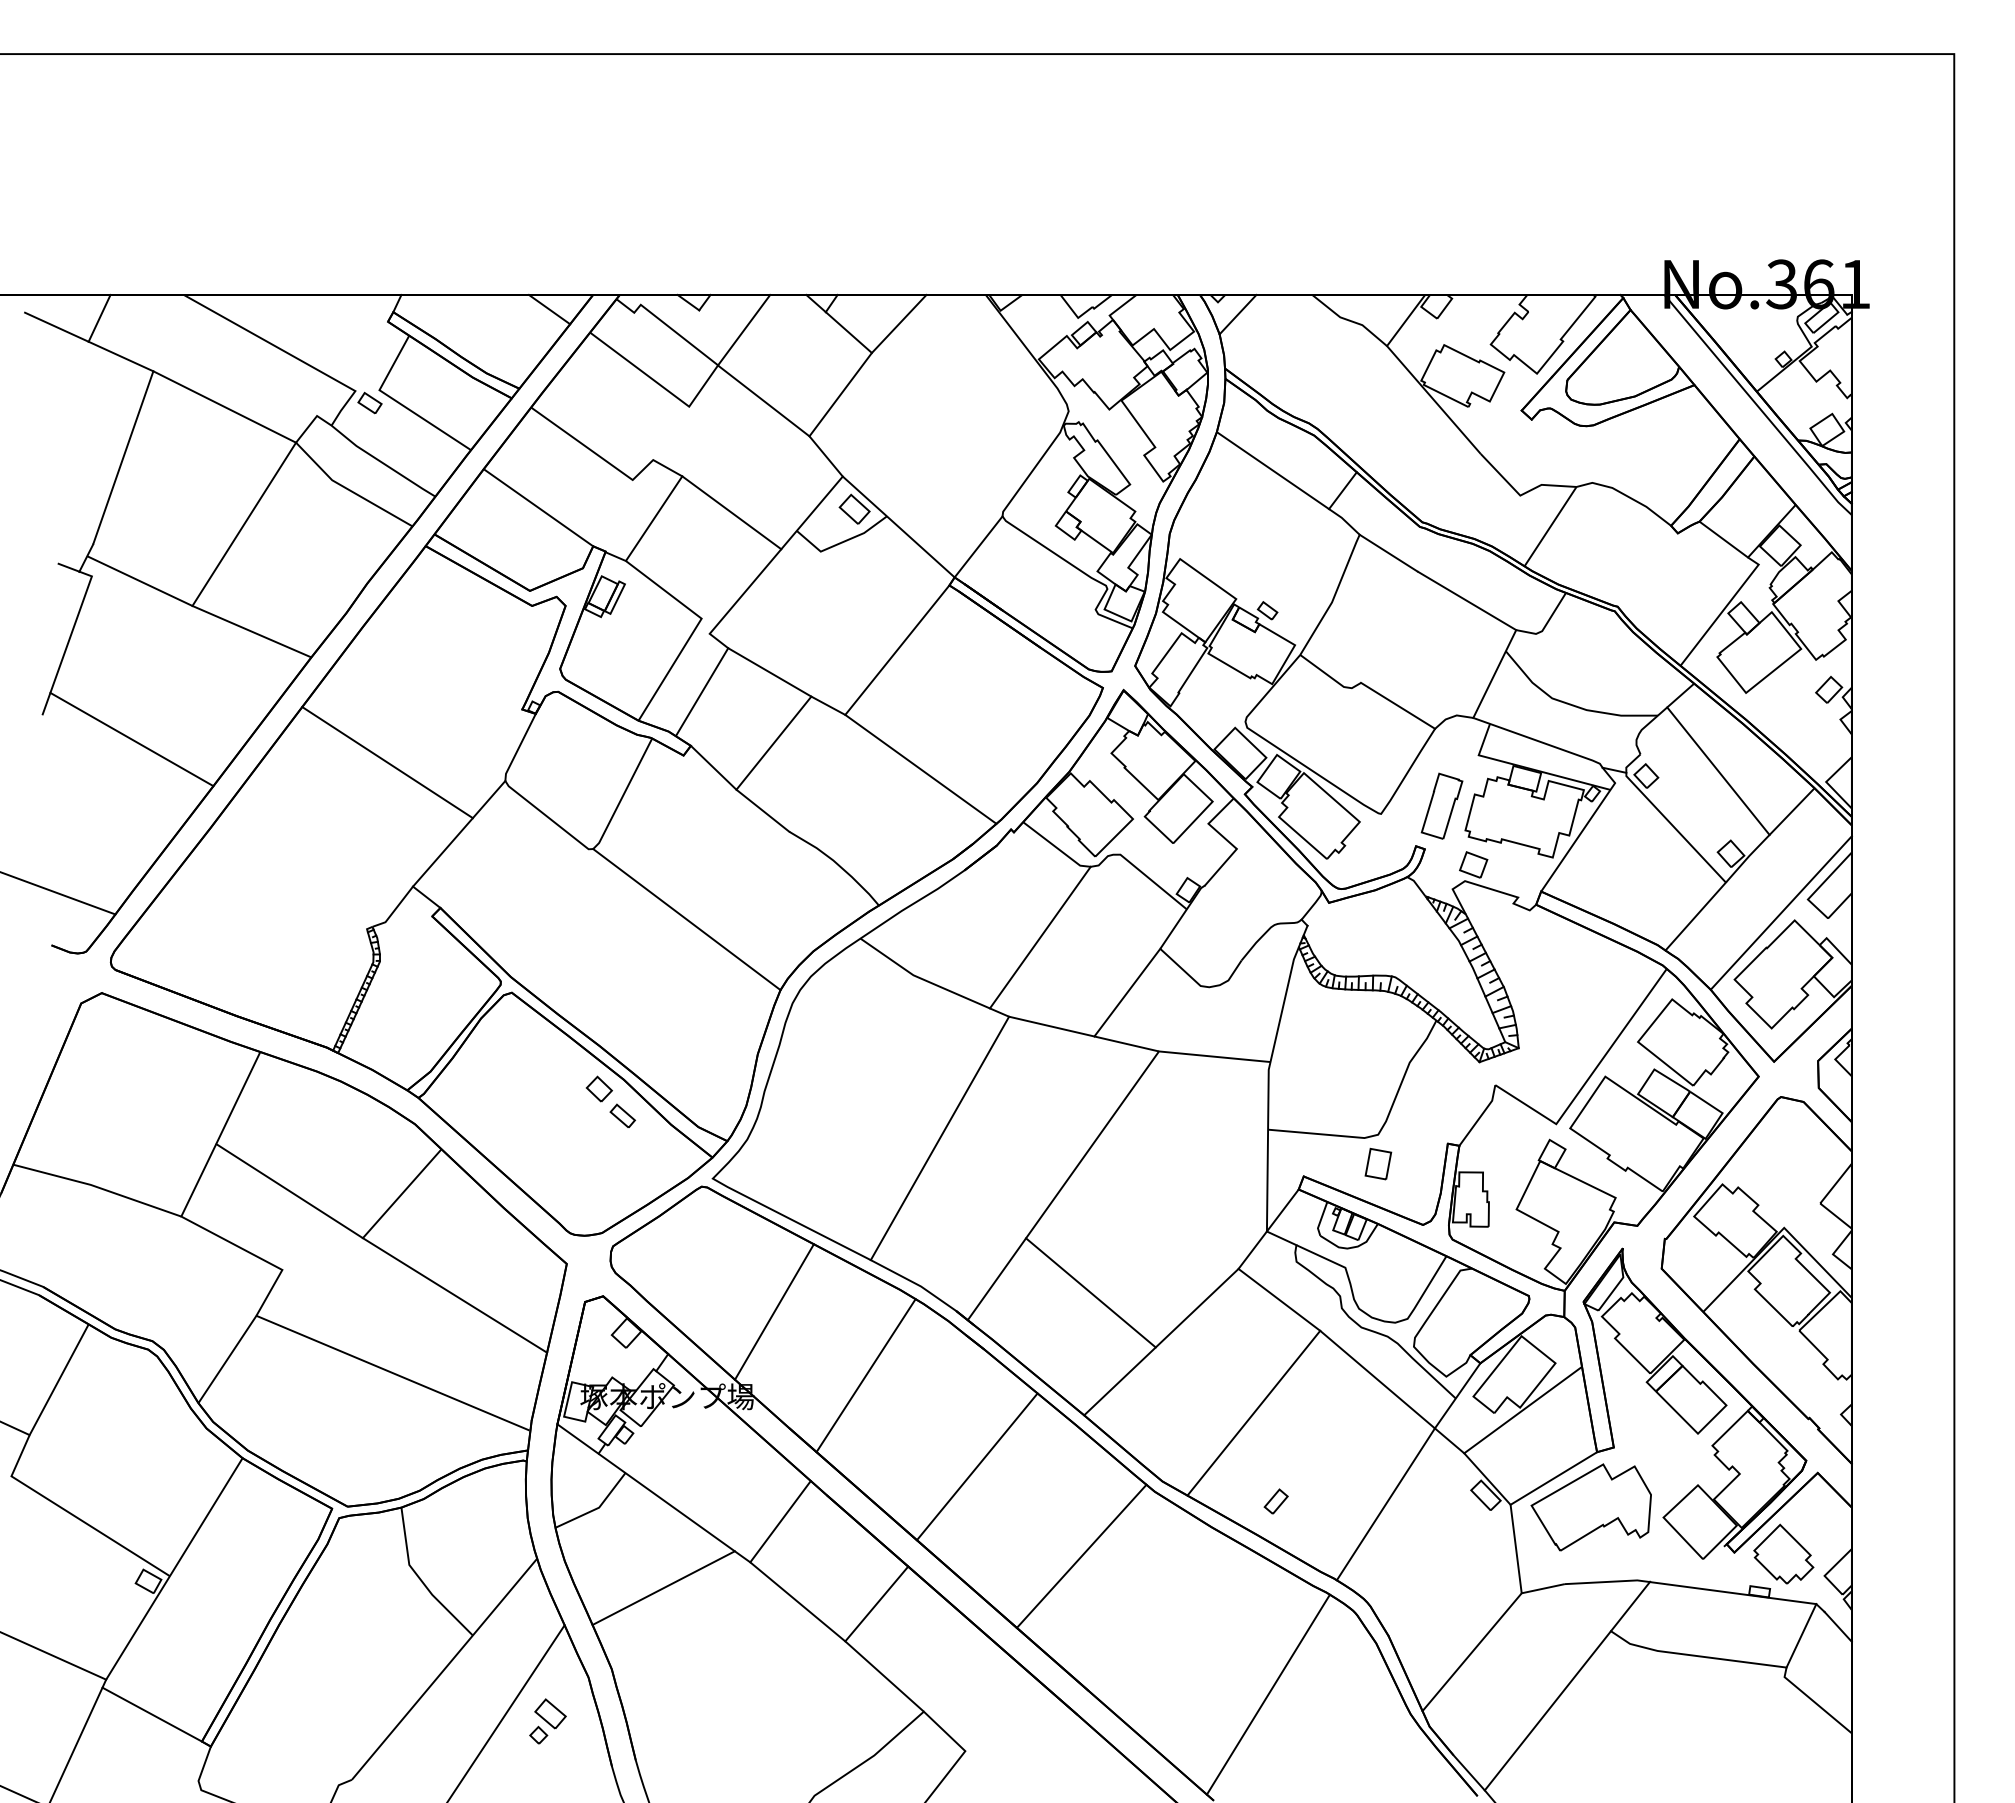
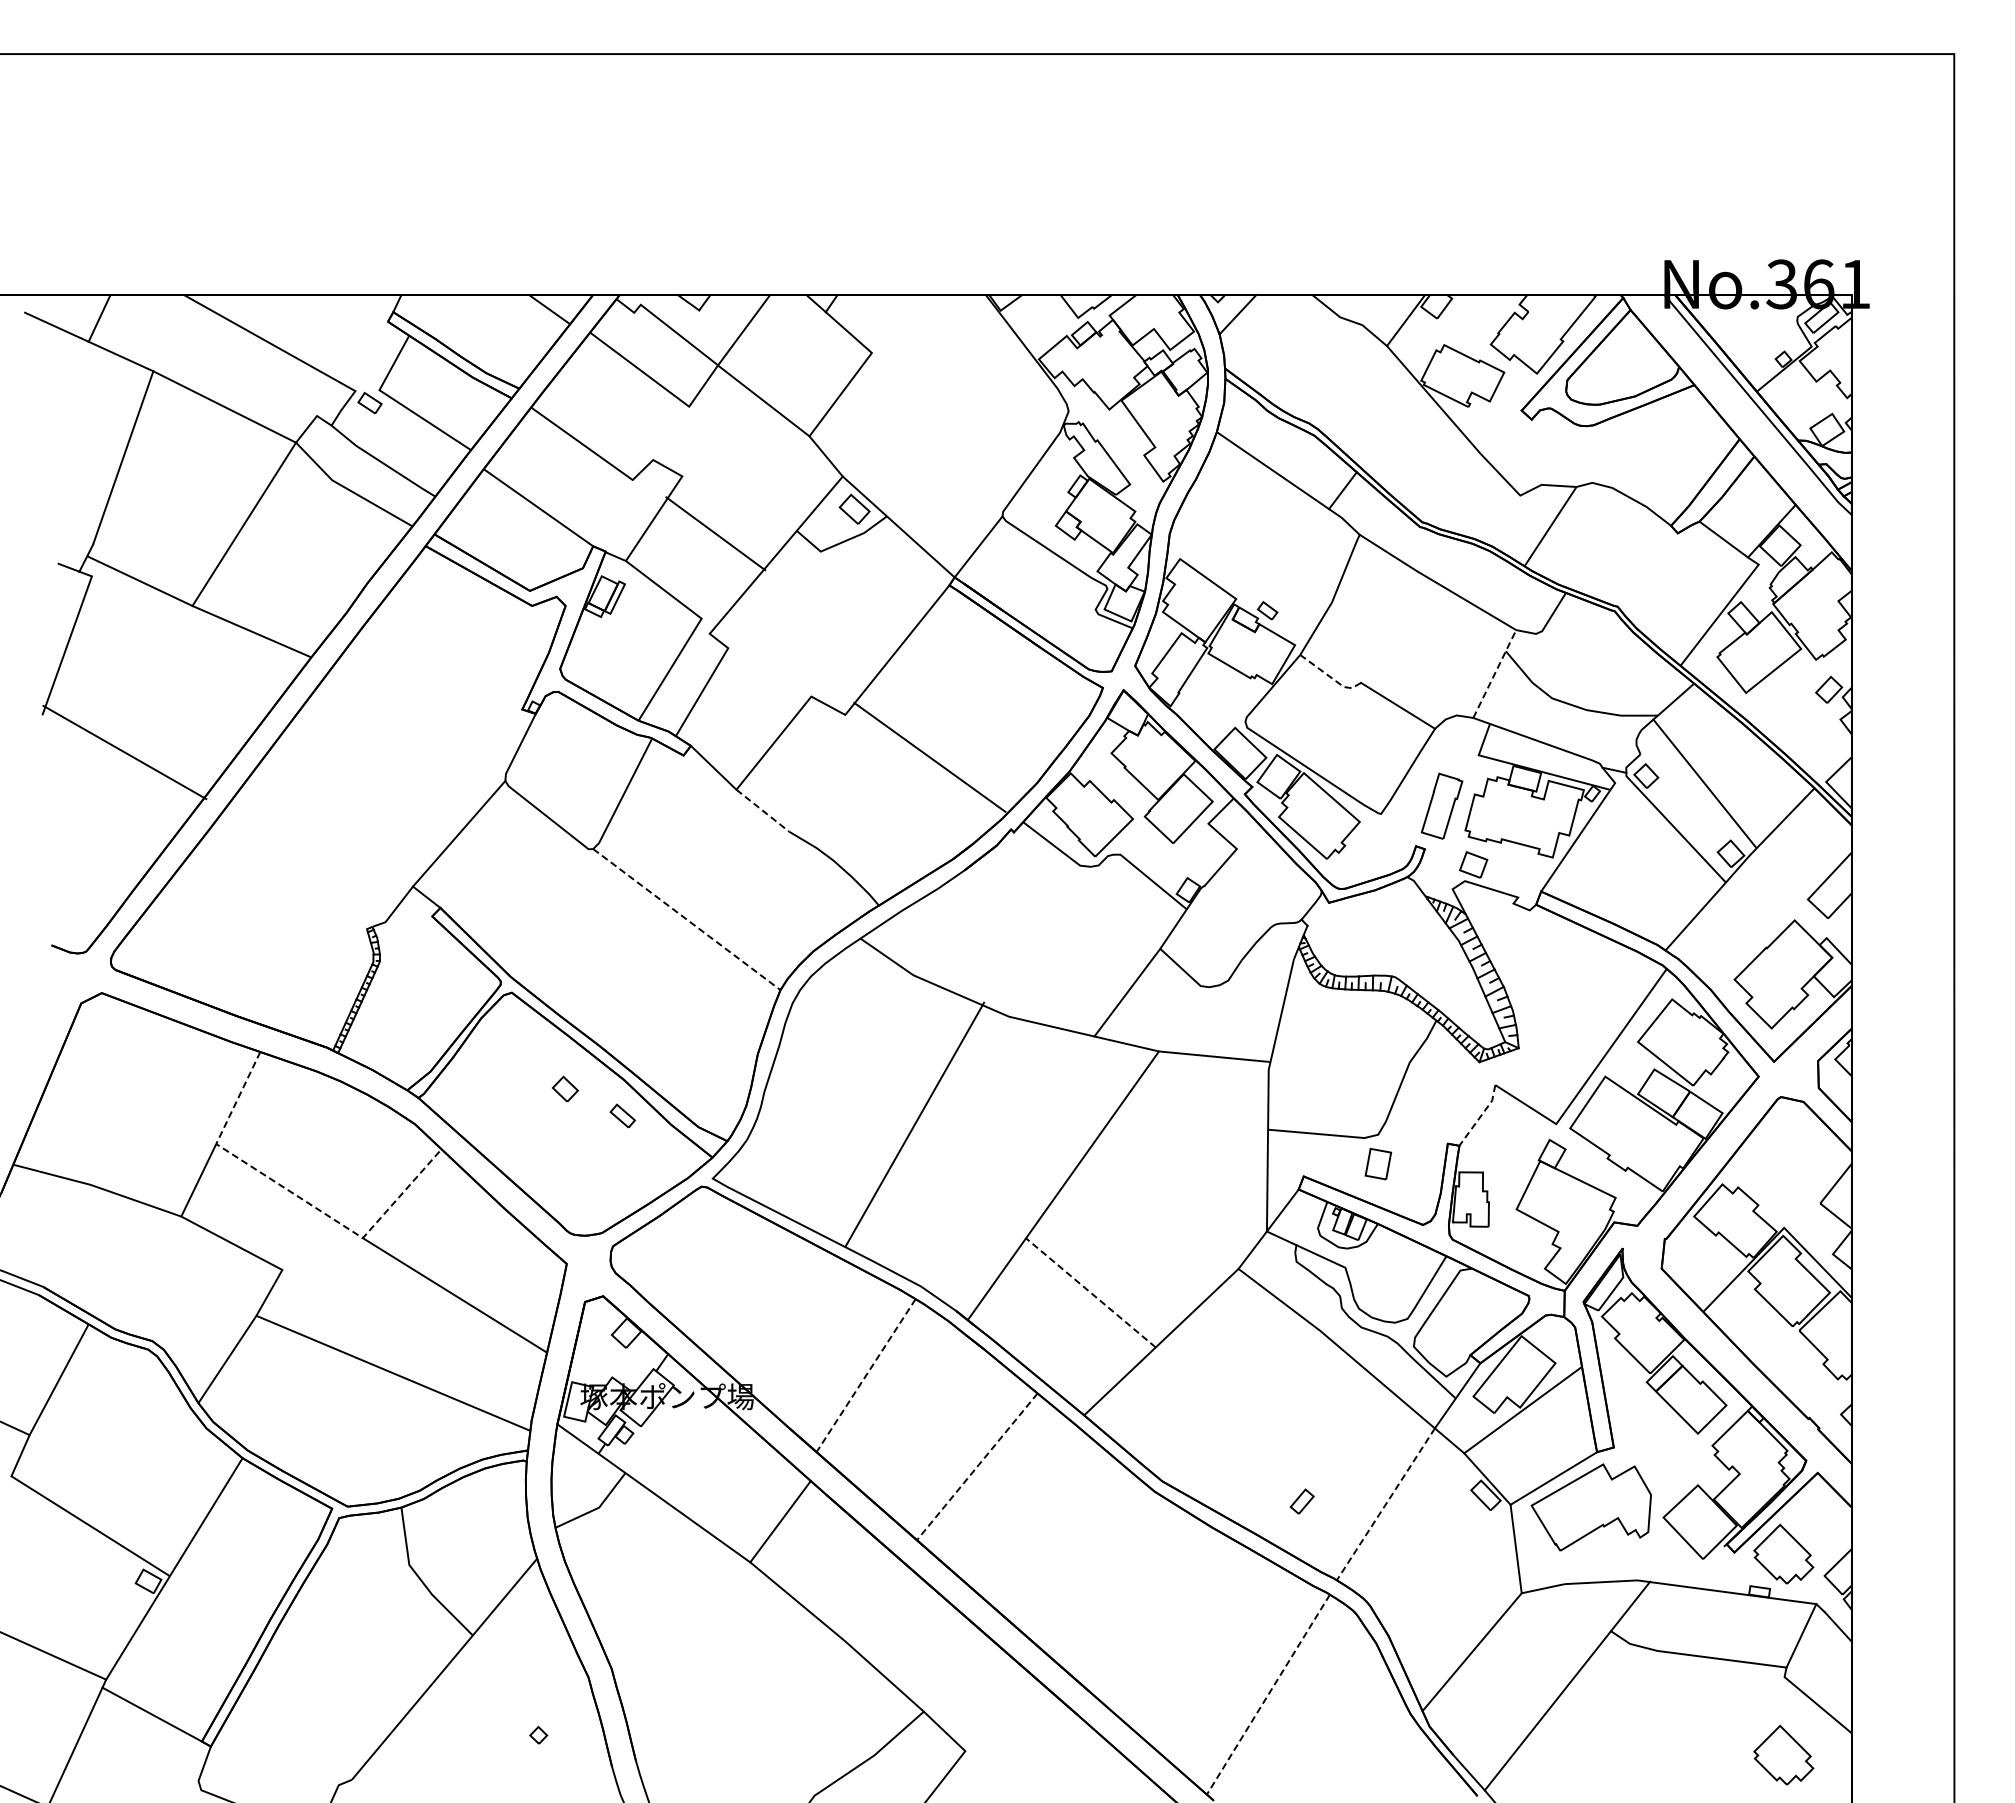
line at (898, 323): present -> none
line at (731, 512) position: (731, 512) -> (715, 533)
line at (769, 672): present -> none
line at (1494, 674): solid -> dashed
line at (1330, 677): solid -> dashed
line at (131, 739) position: (131, 739) -> (124, 752)
line at (387, 762): present -> none
line at (920, 768) position: (920, 768) -> (929, 756)
line at (1718, 770) position: (1718, 770) -> (1704, 782)
line at (762, 810): solid -> dashed
line at (58, 893): present -> none
line at (1780, 912): present -> none
line at (687, 919): solid -> dashed
line at (1039, 937): present -> none
part at (598, 1088) position: (598, 1088) -> (564, 1088)
line at (1480, 1116): solid -> dashed
line at (939, 1138) position: (939, 1138) -> (914, 1124)
line at (296, 1195): solid -> dashed
line at (1090, 1292): solid -> dashed
line at (774, 1311): present -> none
line at (865, 1376): solid -> dashed
line at (1253, 1412): present -> none
line at (977, 1466): solid -> dashed
part at (1275, 1501) position: (1275, 1501) -> (1301, 1501)
line at (1385, 1504): solid -> dashed
line at (1081, 1555): present -> none
line at (663, 1587): present -> none
line at (876, 1603): present -> none
line at (1268, 1695): solid -> dashed
line at (506, 1712): present -> none
part at (550, 1713): present -> none
part at (1783, 1754): none -> present
